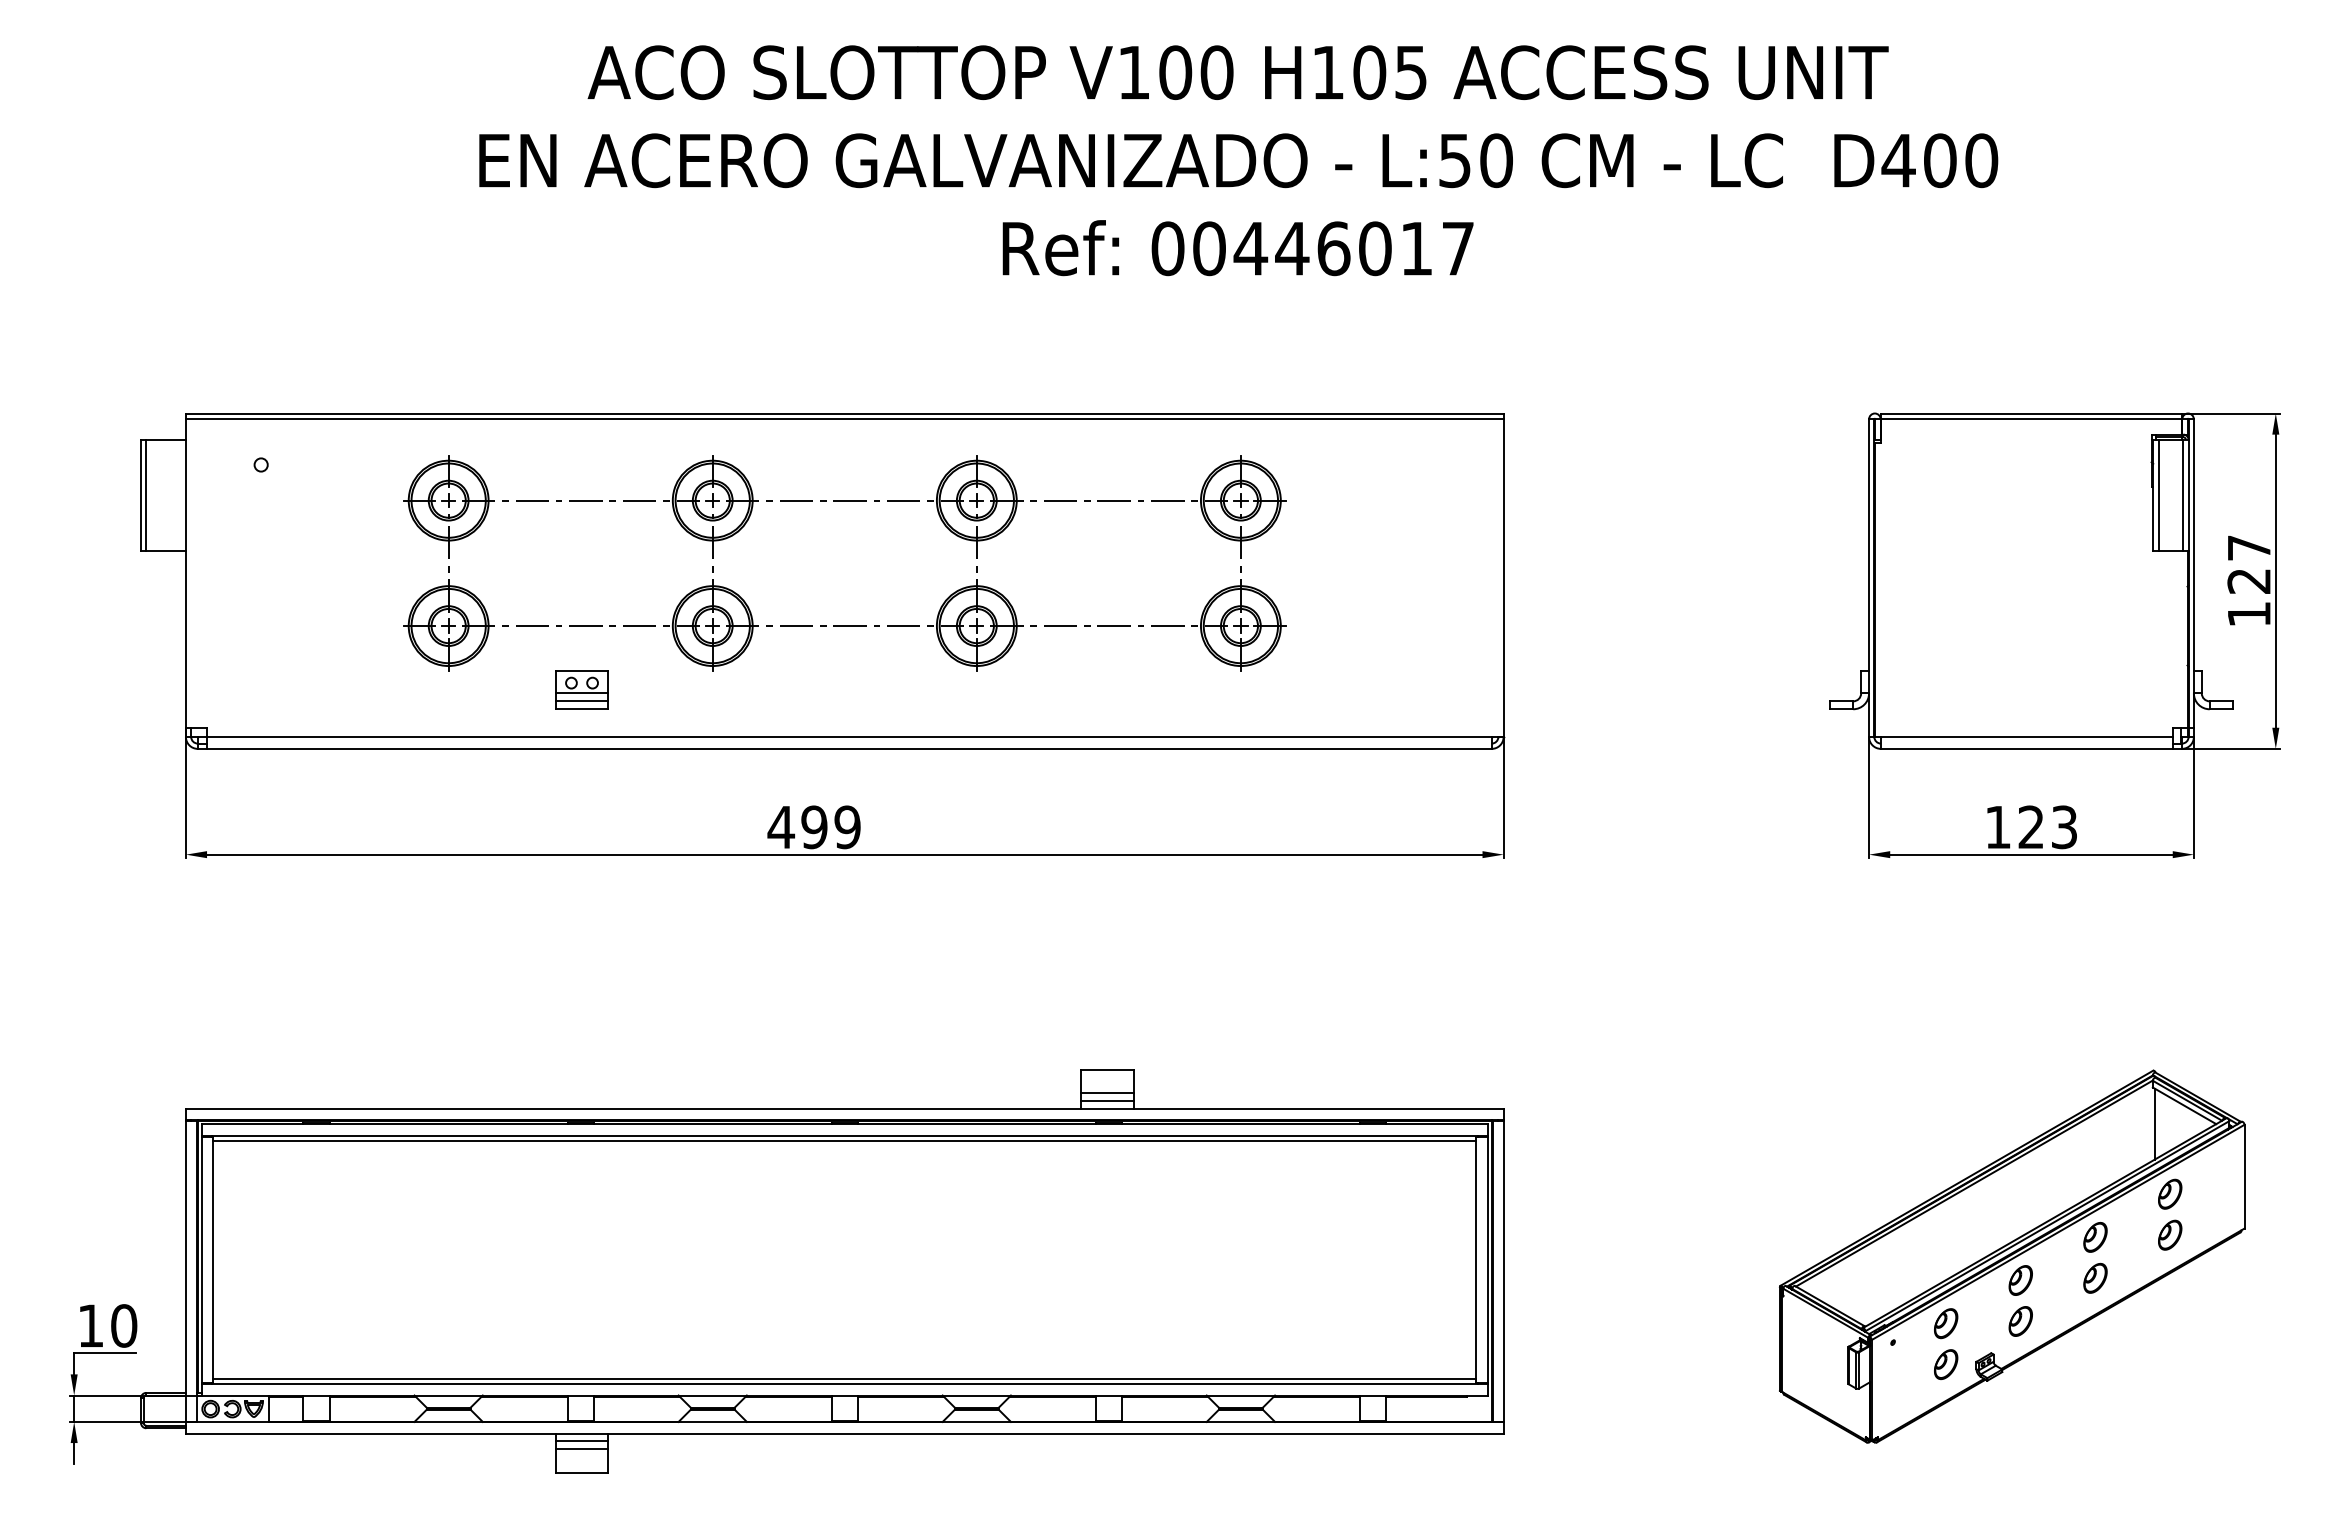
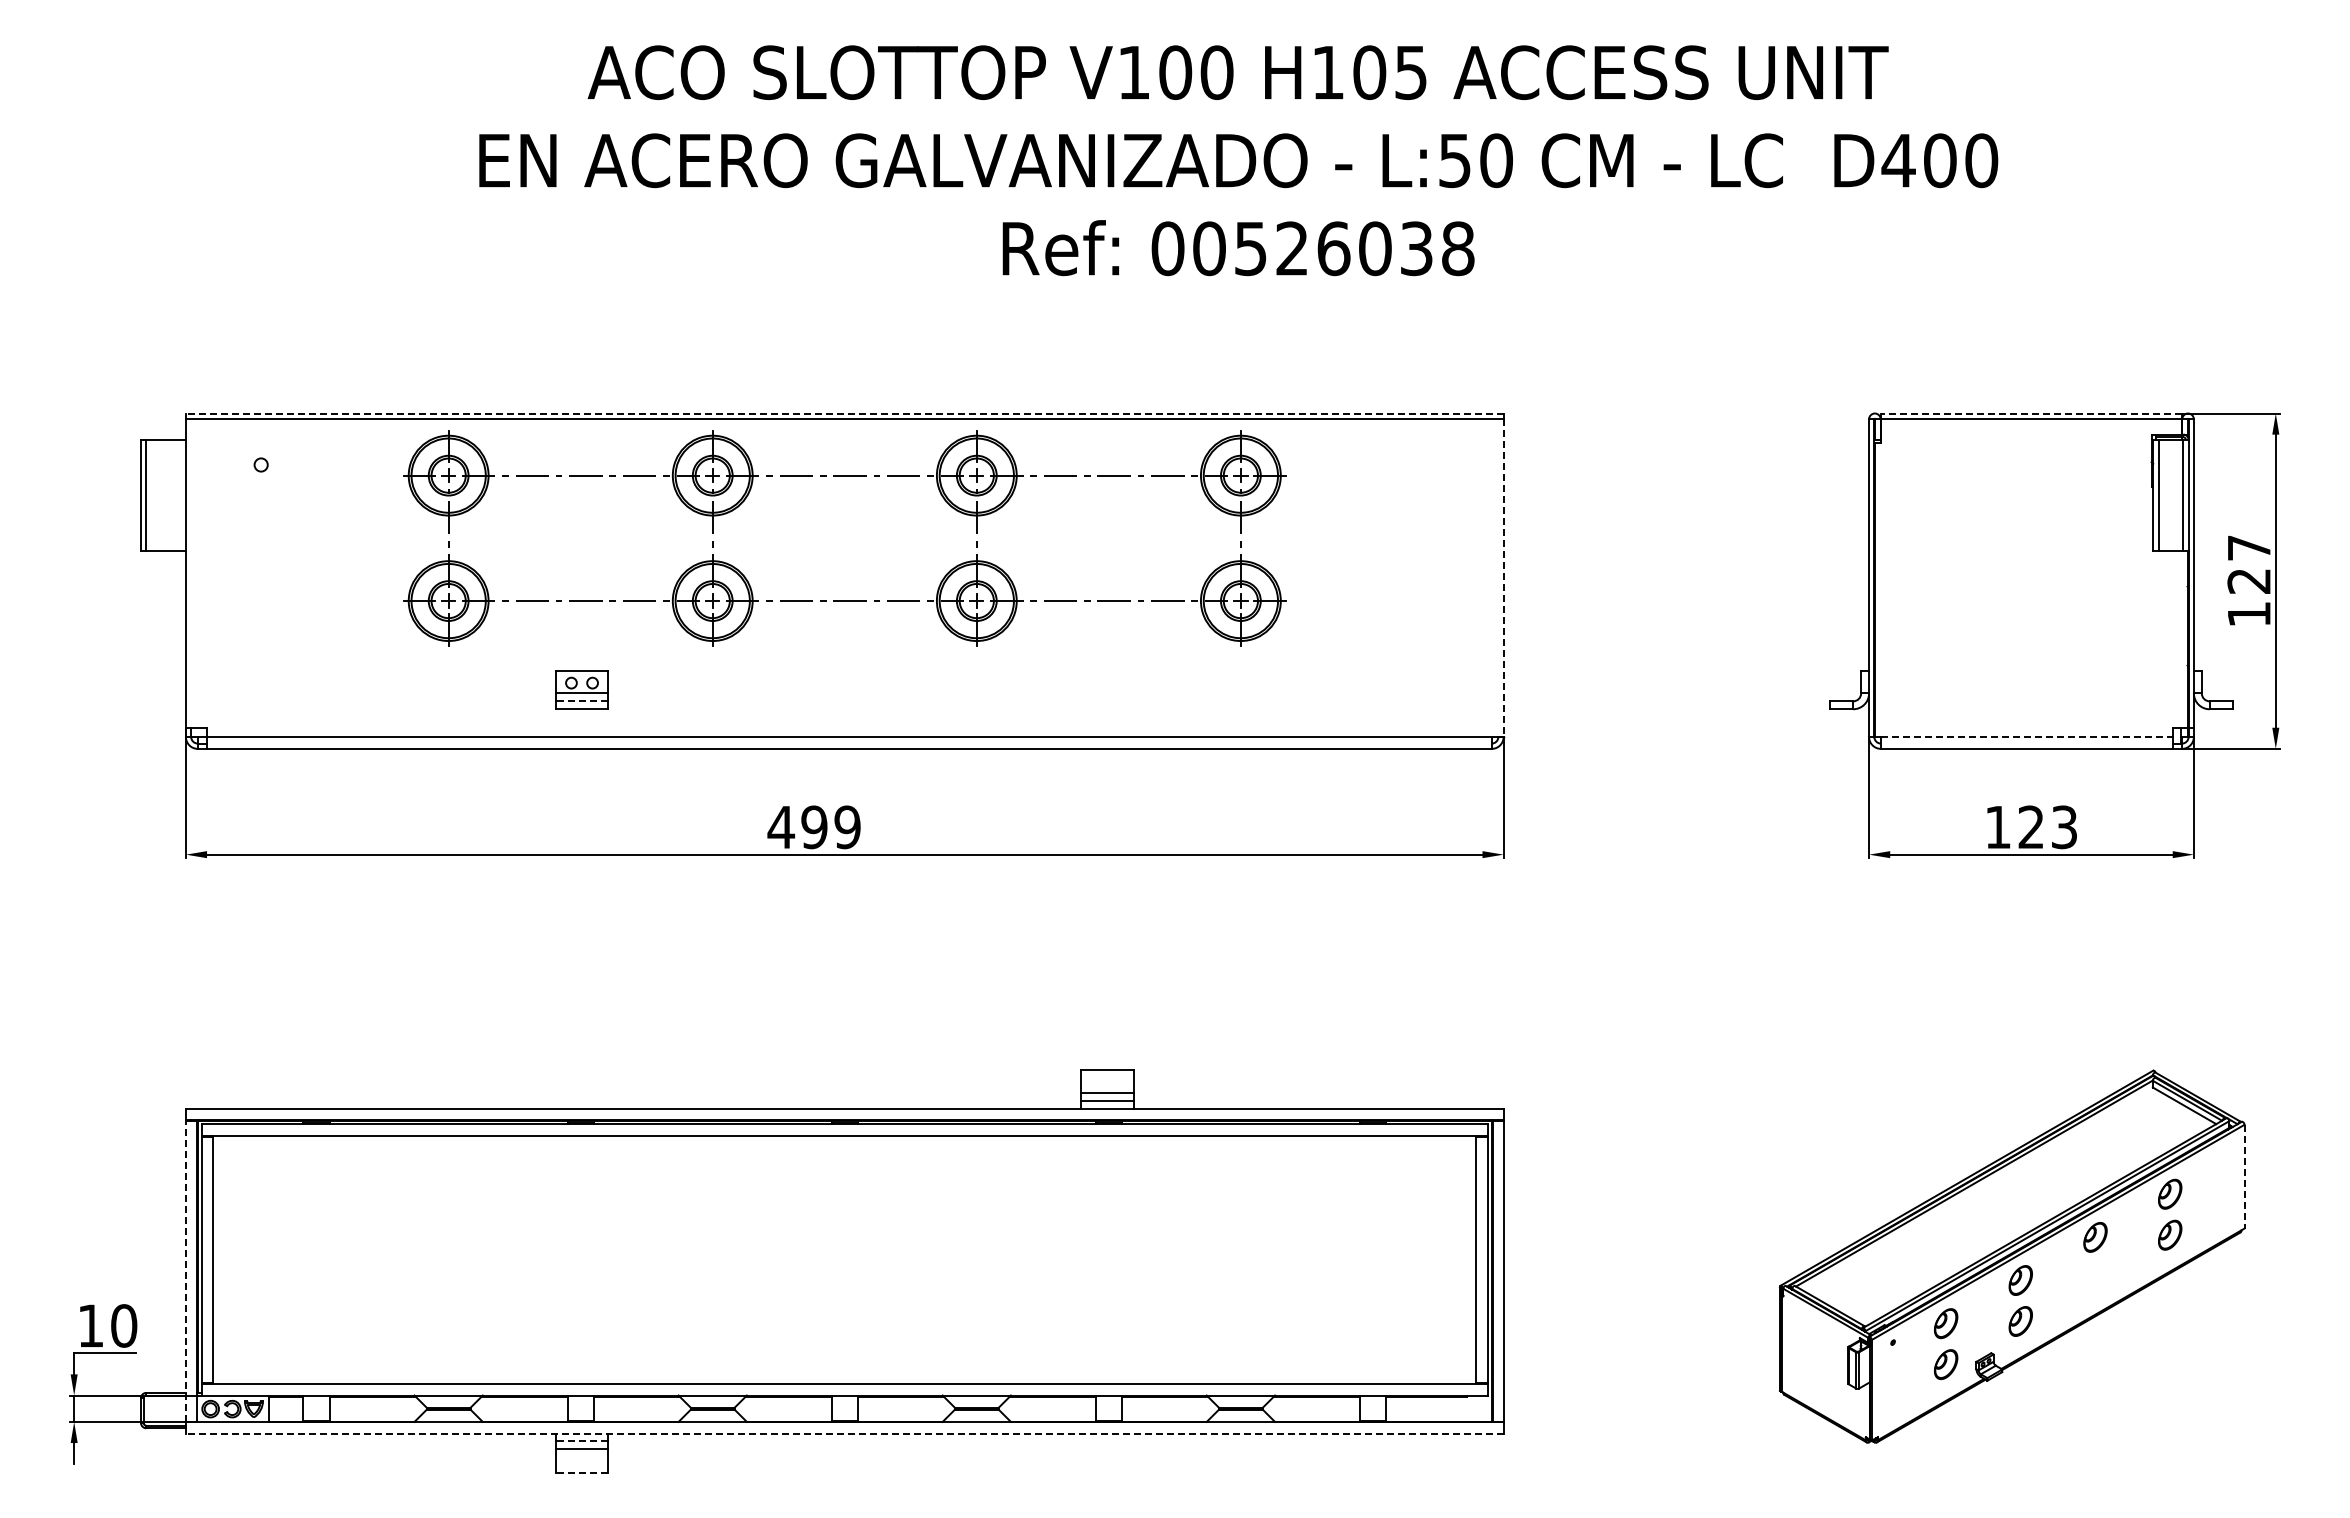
text at (1353, 248): 00446017 -> 00526038
line at (844, 413): solid -> dashed
line at (2031, 413): solid -> dashed
part at (844, 501) position: (844, 501) -> (844, 476)
line at (1503, 578): solid -> dashed
line at (581, 701): solid -> dashed
line at (2026, 737): solid -> dashed
line at (2154, 1123): present -> none
line at (844, 1141): present -> none
line at (2244, 1176): solid -> dashed
line at (185, 1271): solid -> dashed
part at (2095, 1277): present -> none
line at (844, 1378): present -> none
line at (844, 1433): solid -> dashed
line at (581, 1441): solid -> dashed
line at (581, 1472): solid -> dashed
